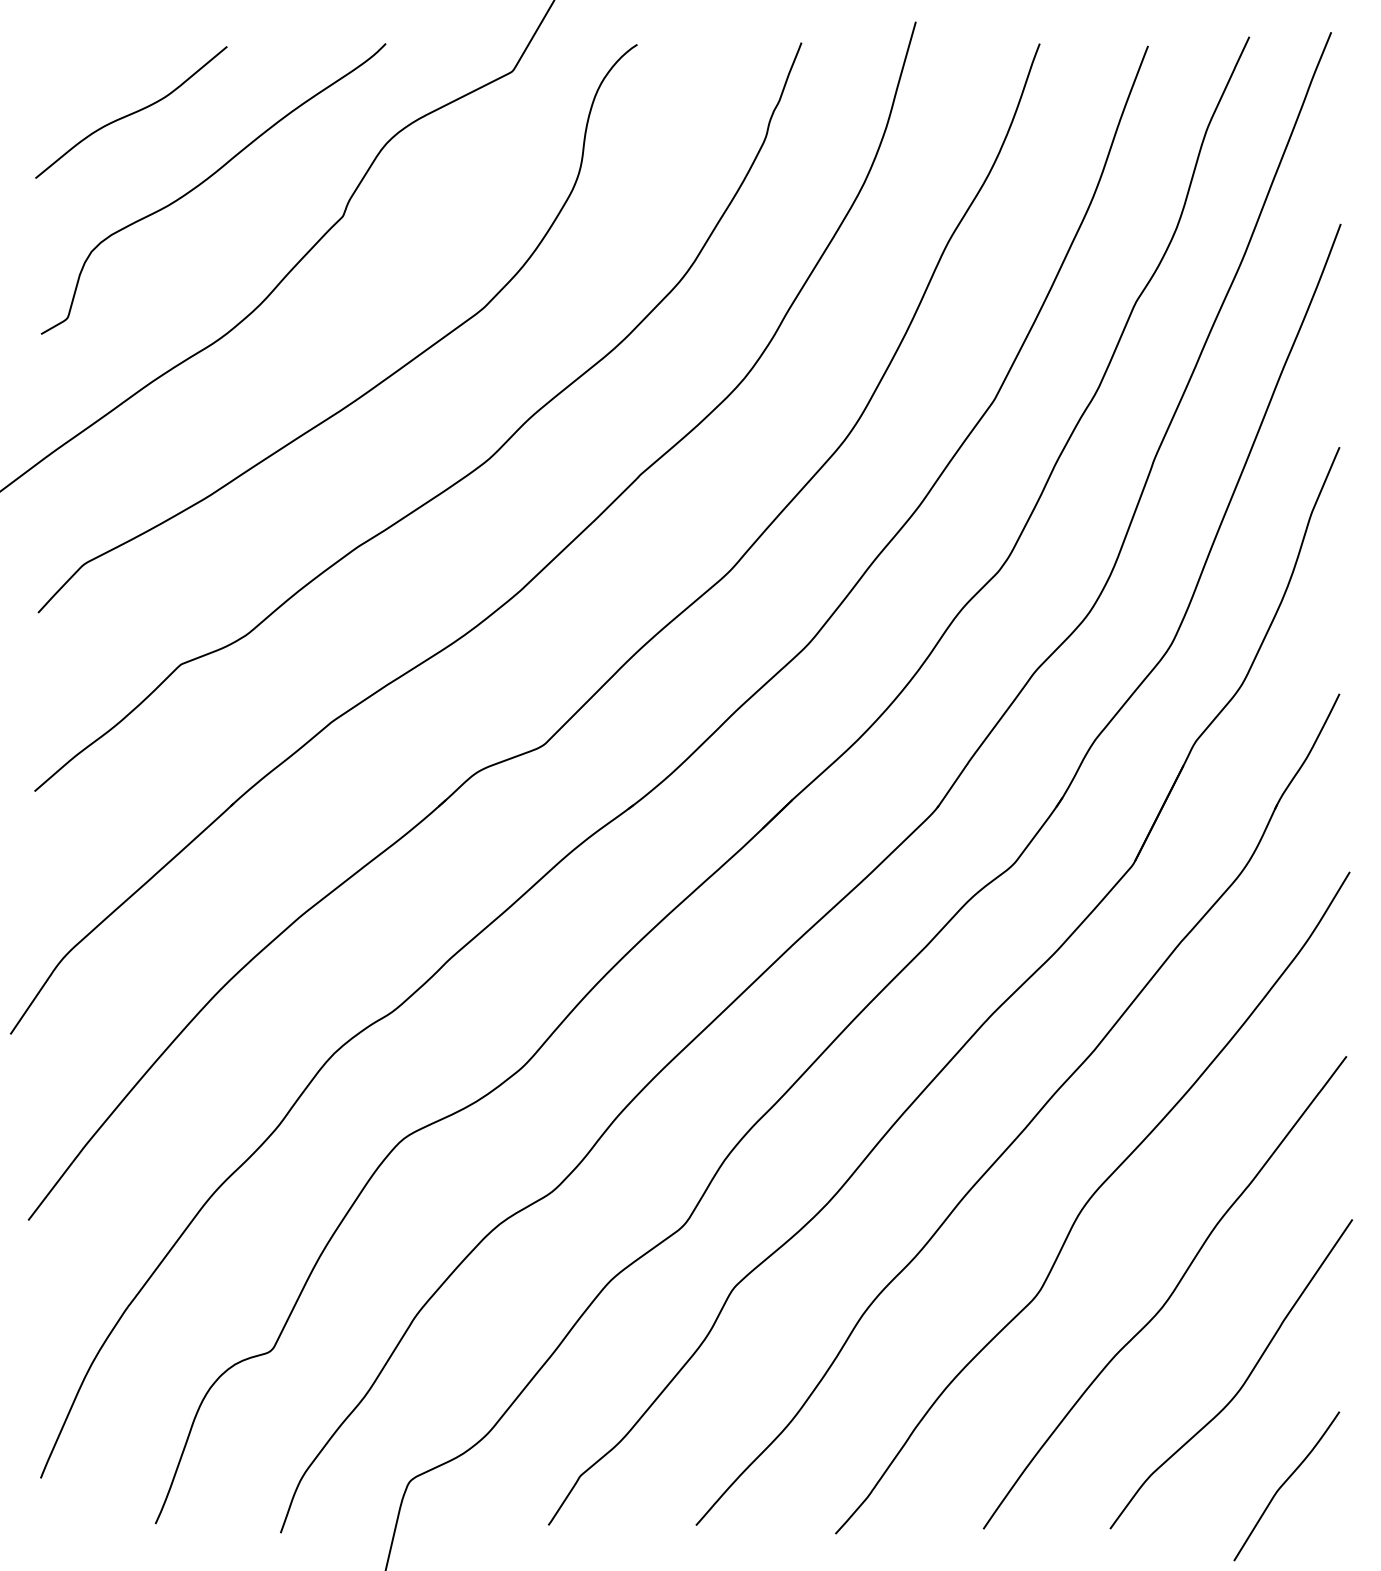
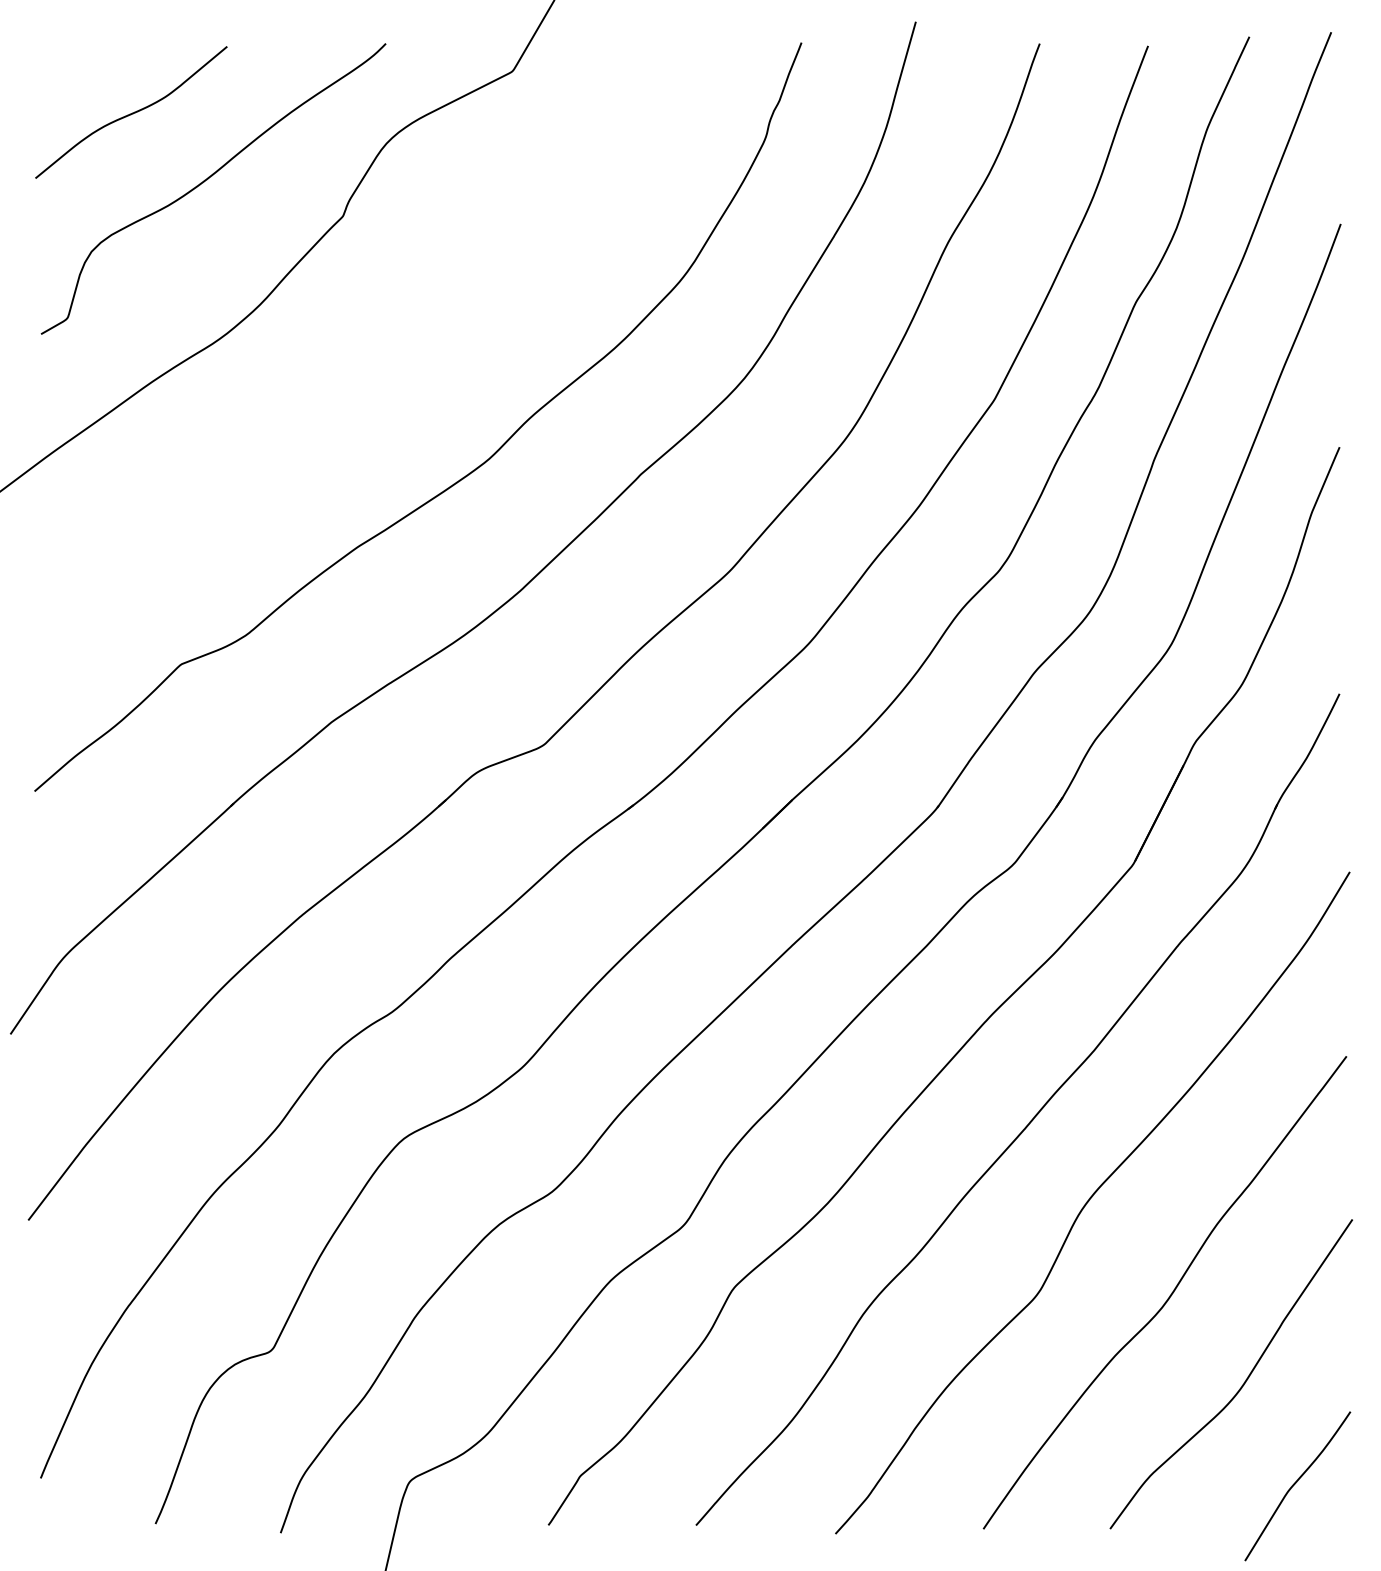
curve at (376, 384): present -> none
curve at (1284, 1484) position: (1284, 1484) -> (1295, 1484)
